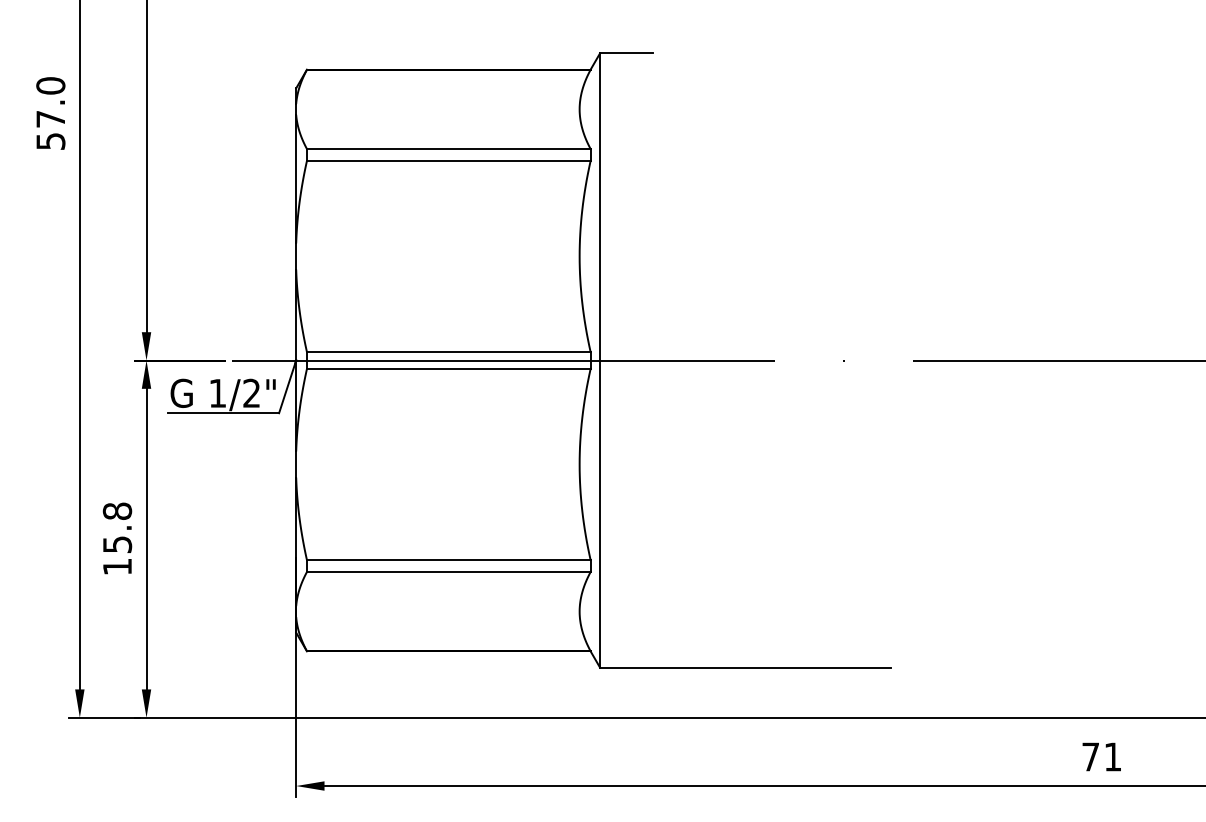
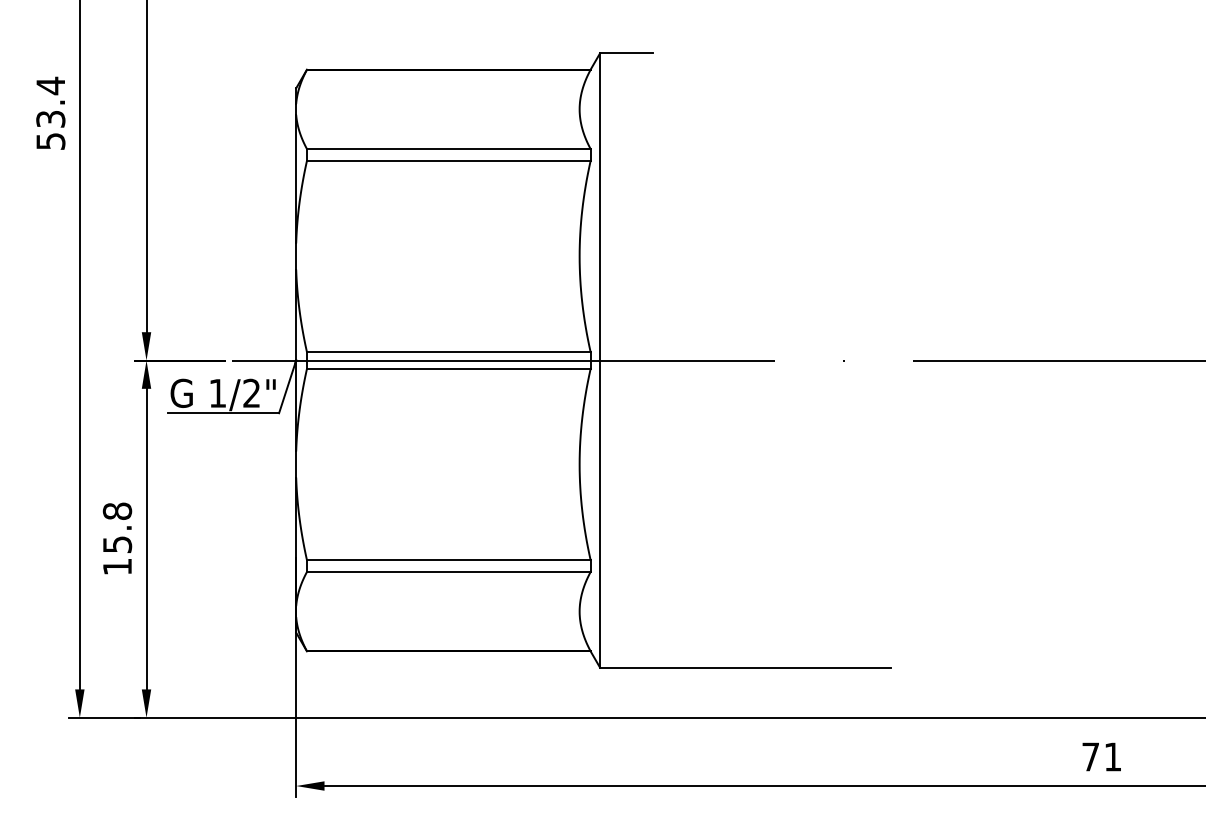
text at (50, 101): 57.0 -> 53.4
